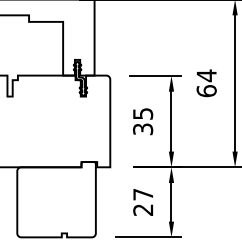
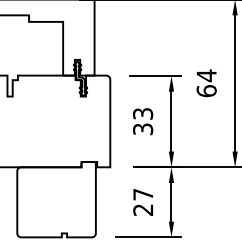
text at (142, 113): 35 -> 33
